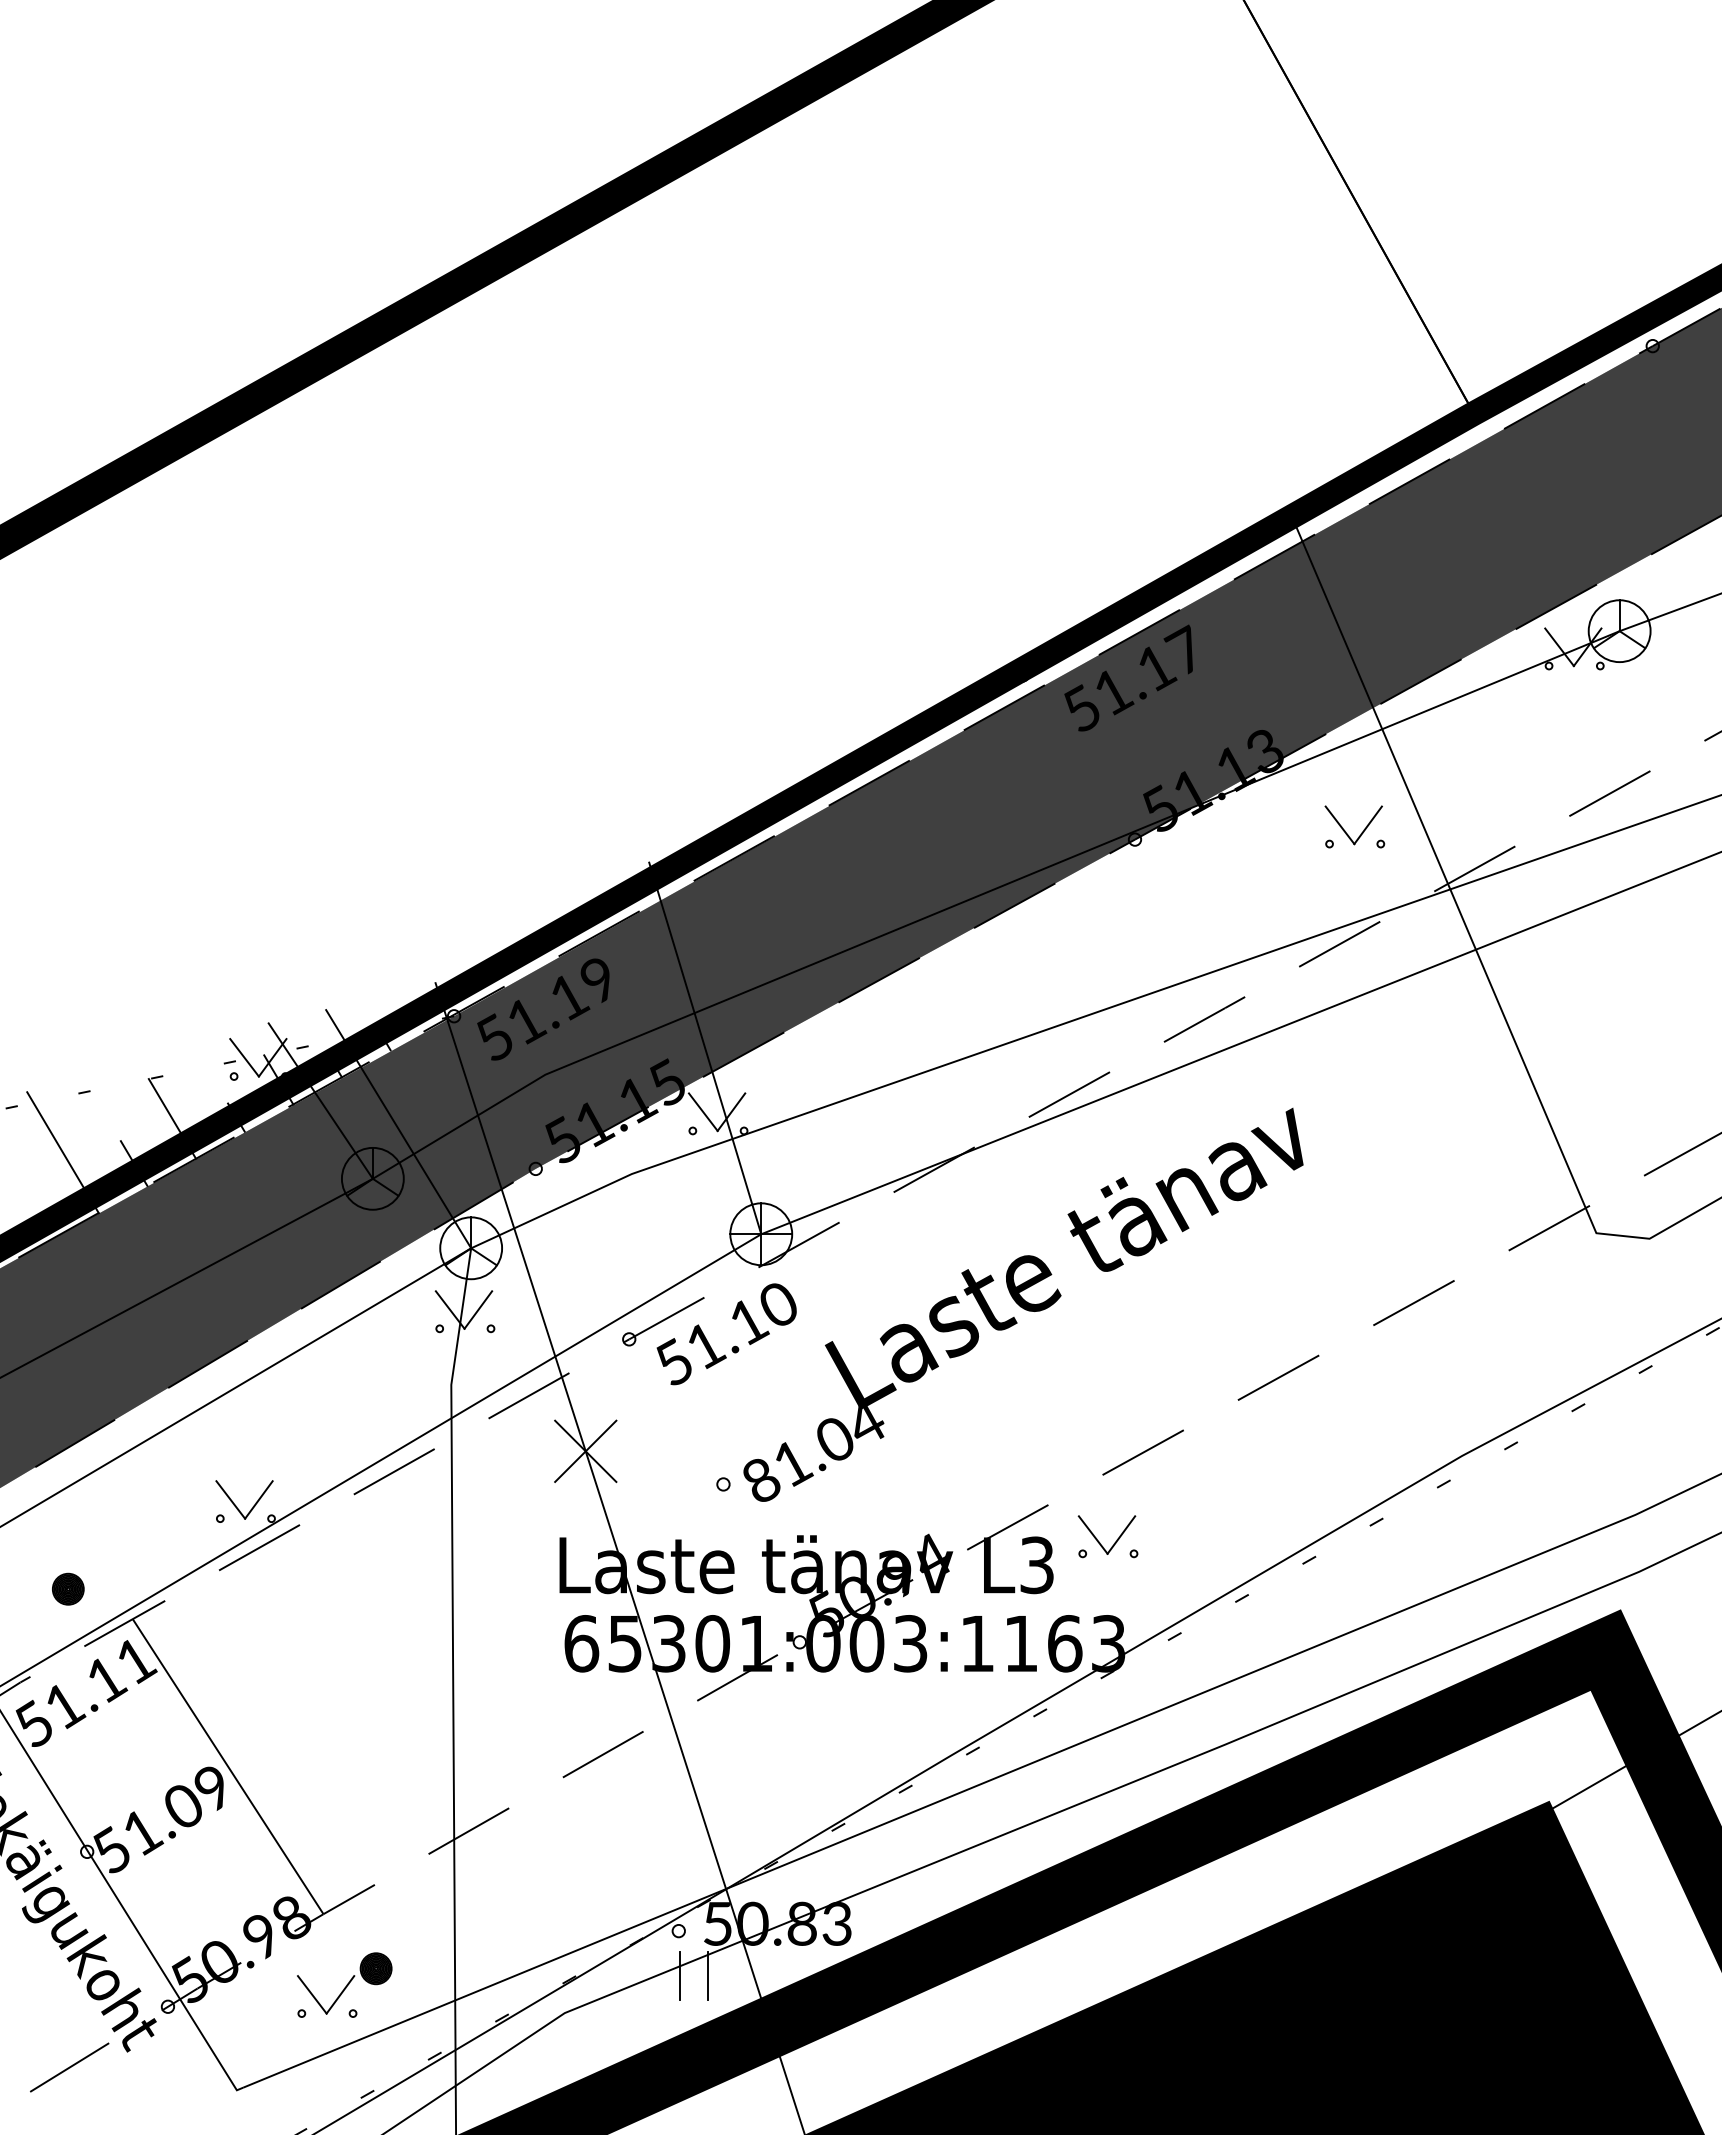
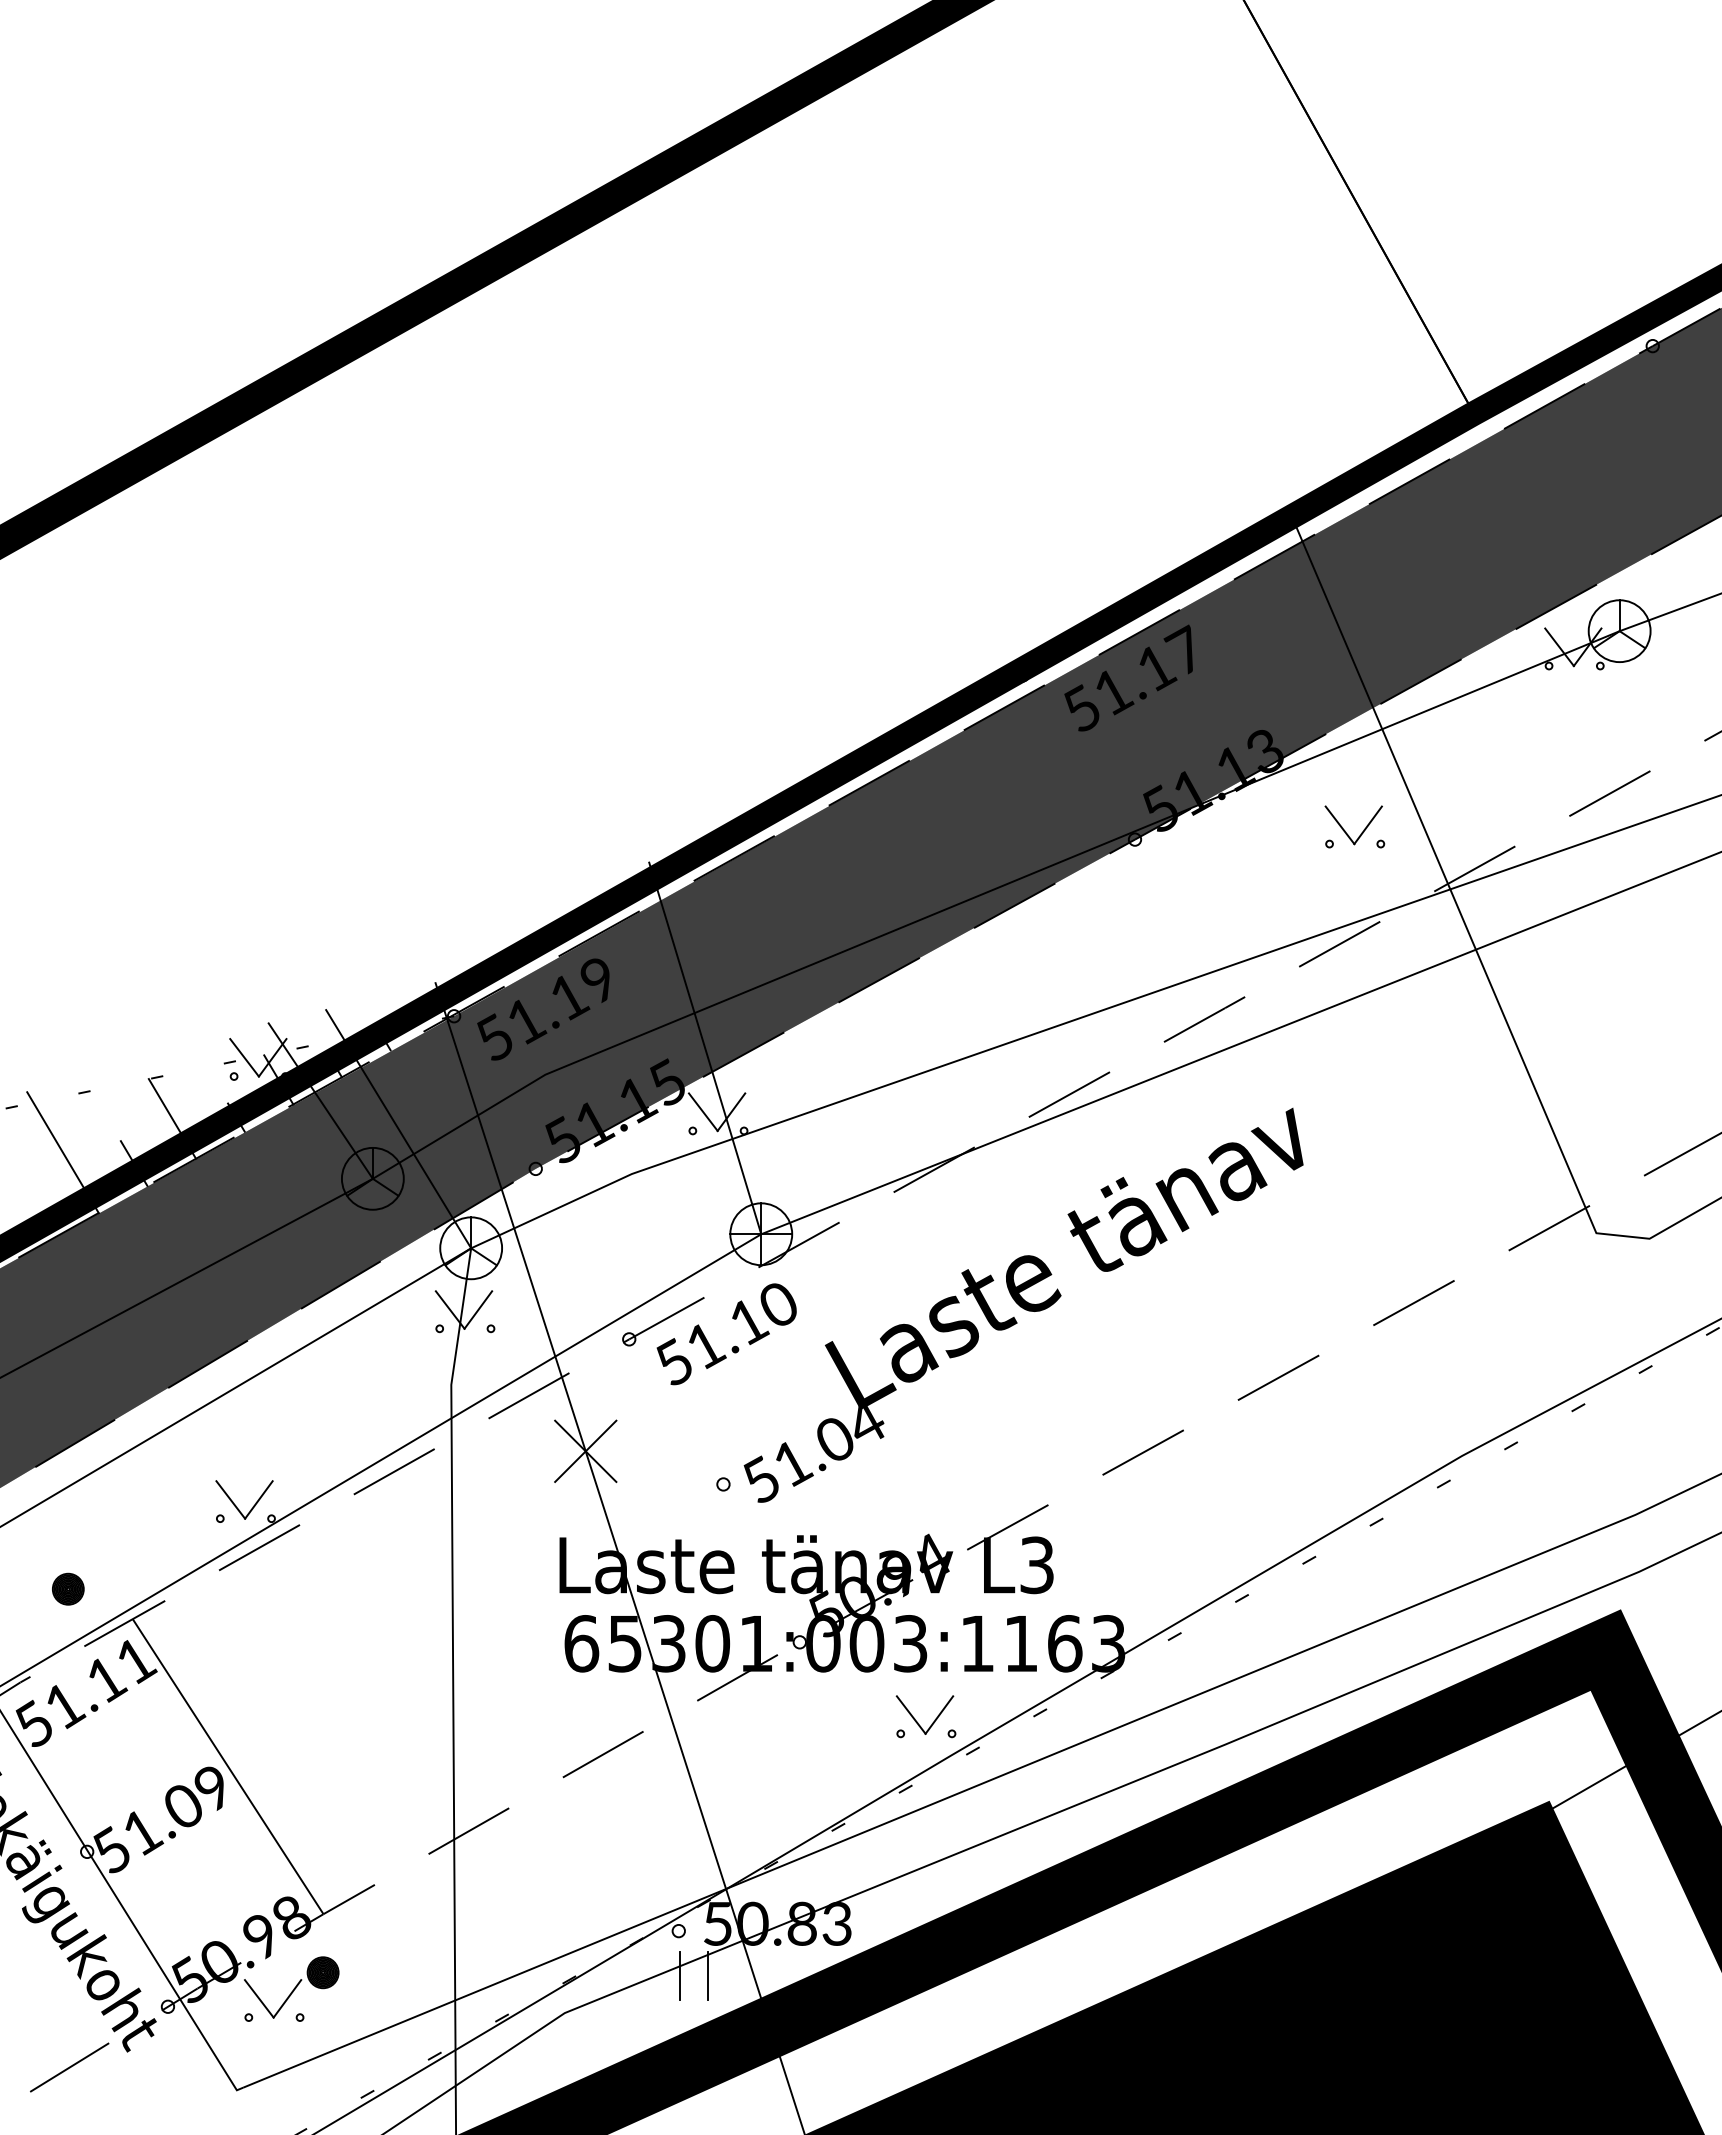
text at (761, 1478): 81.04 -> 51.04
part at (1100, 1542) position: (1100, 1542) -> (918, 1722)
part at (344, 1984) position: (344, 1984) -> (291, 1988)
